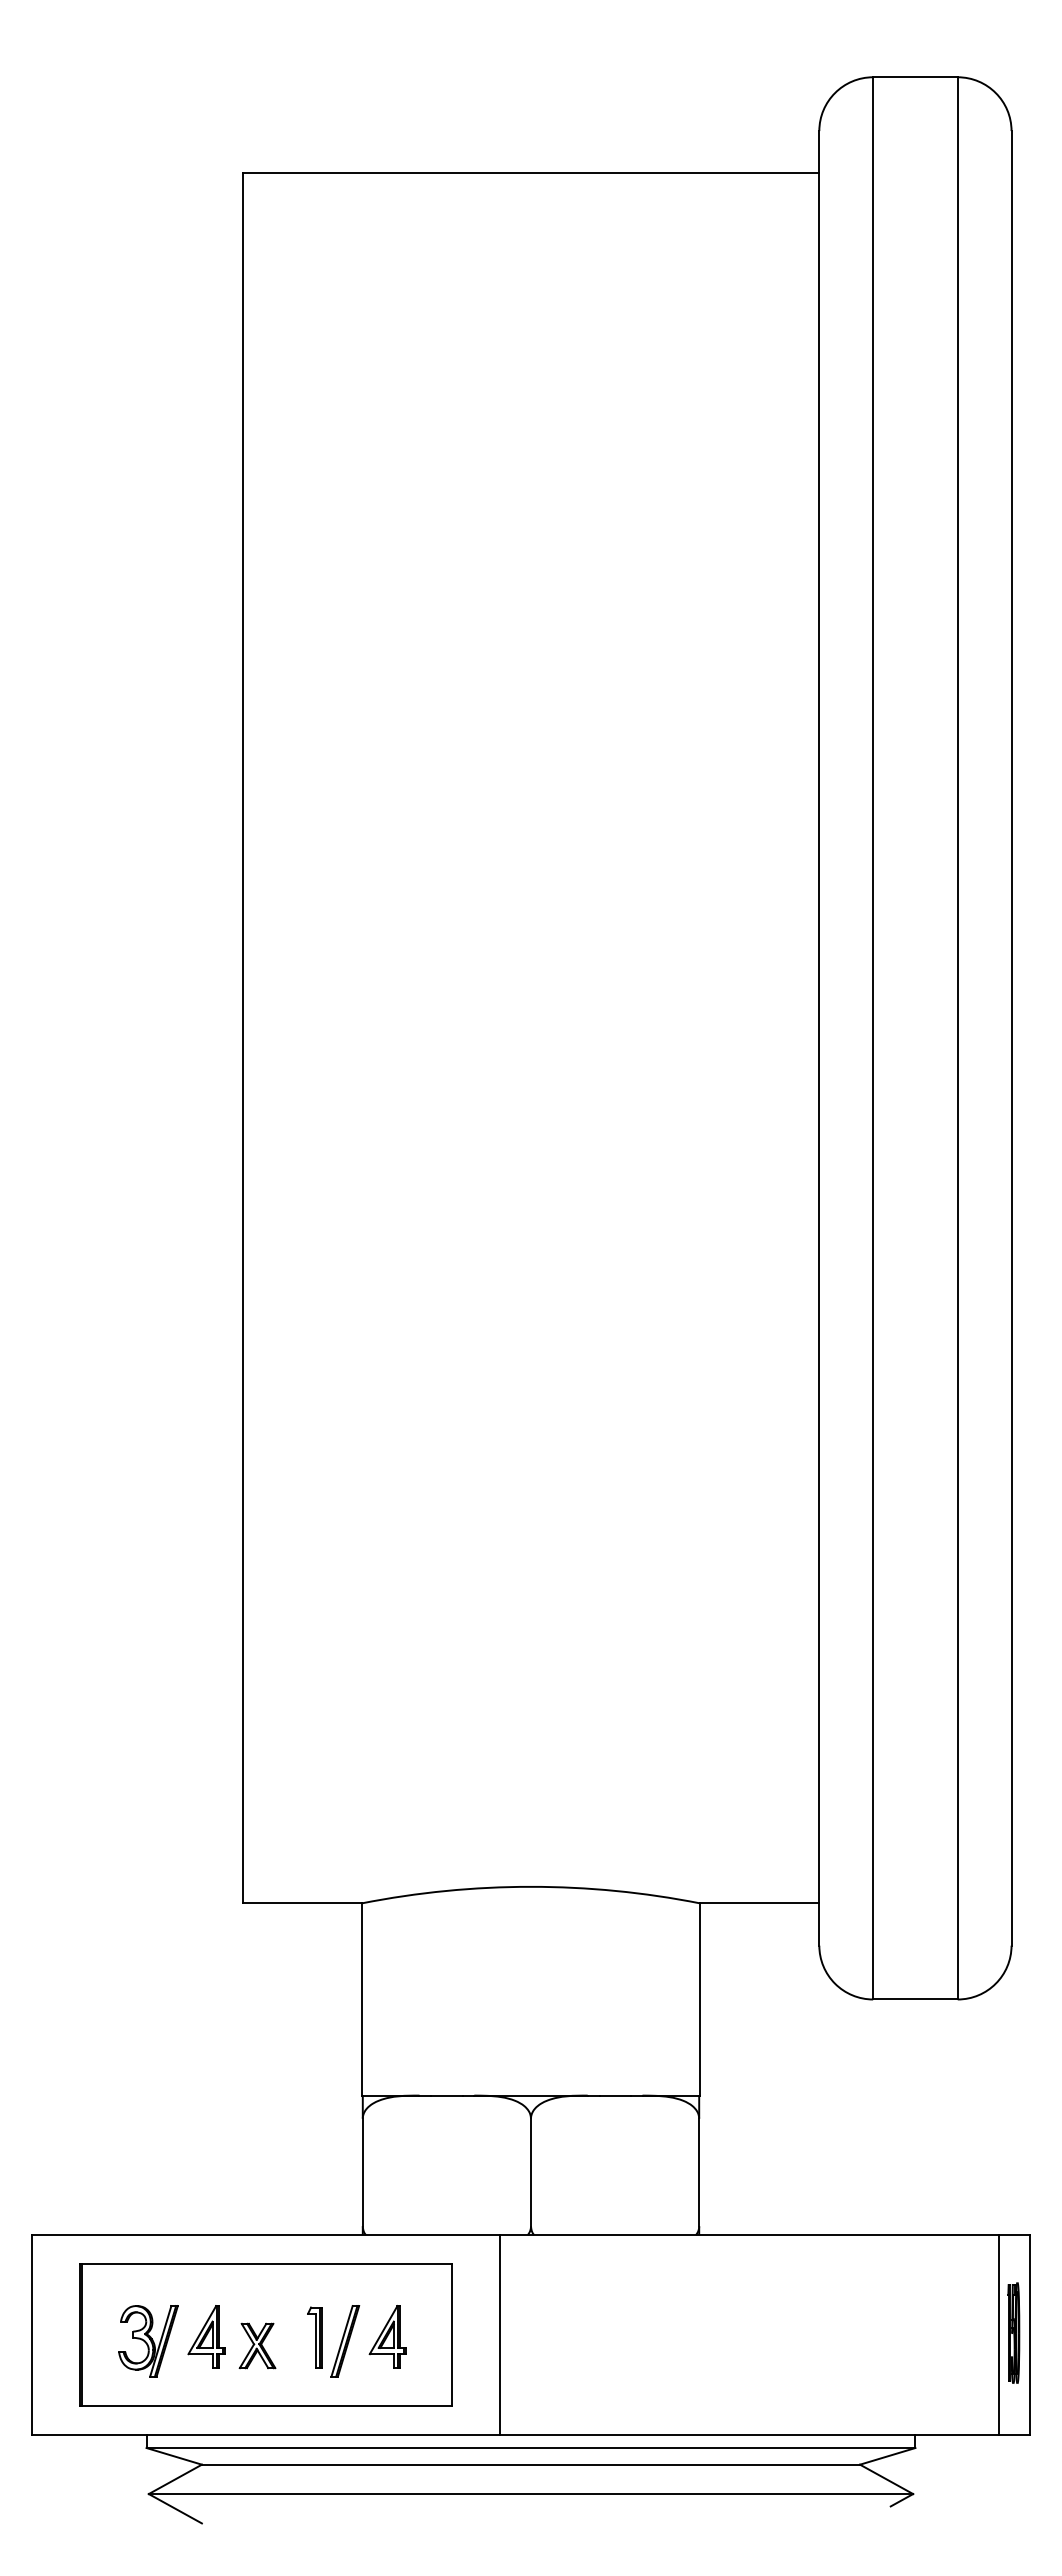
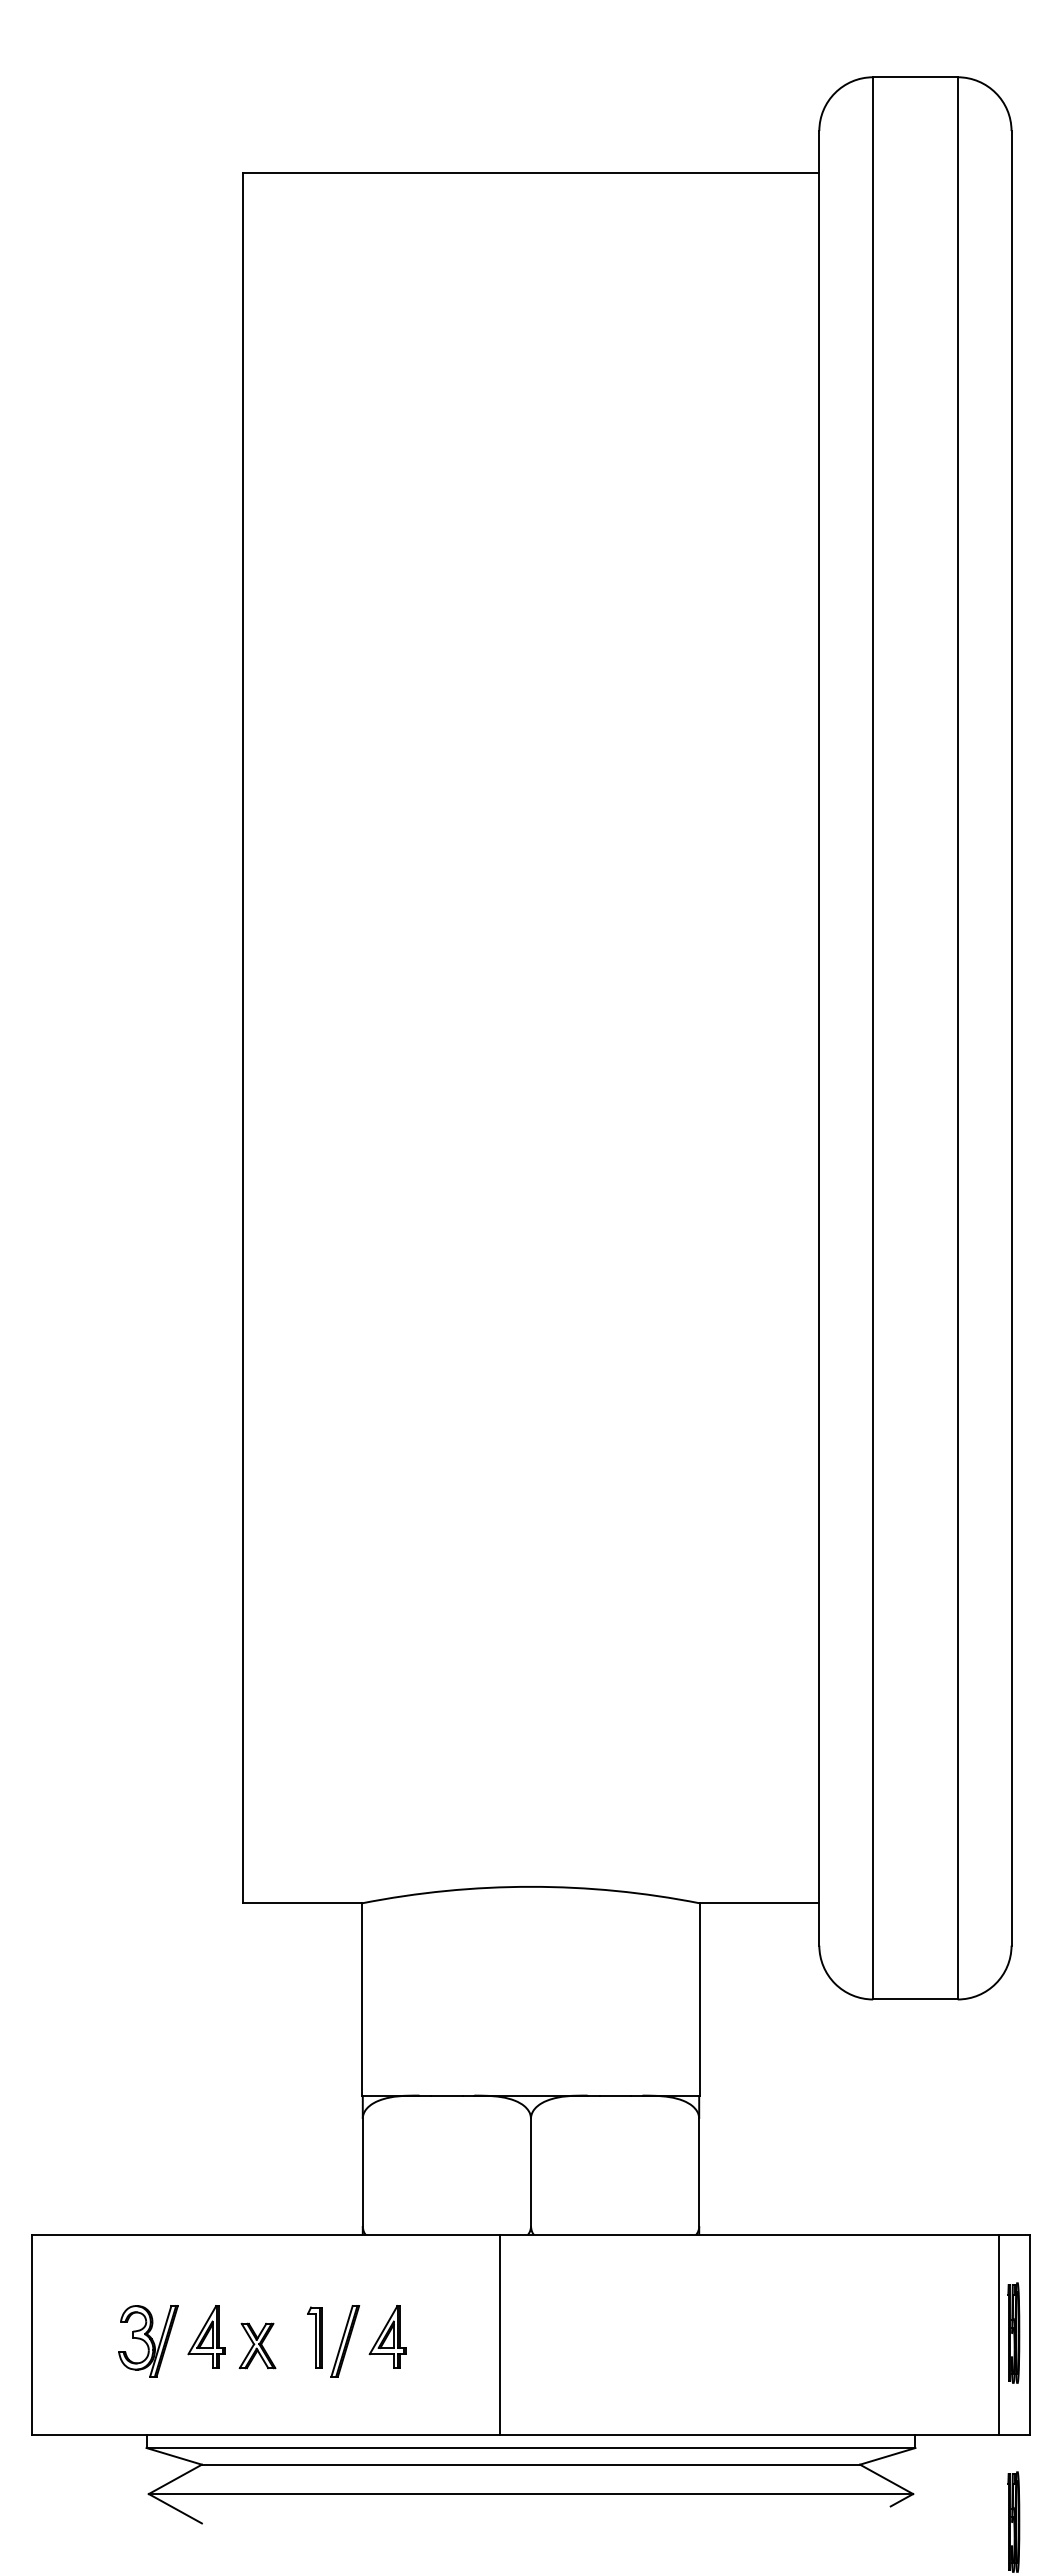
part at (265, 2334): present -> none
part at (1013, 2521): none -> present
